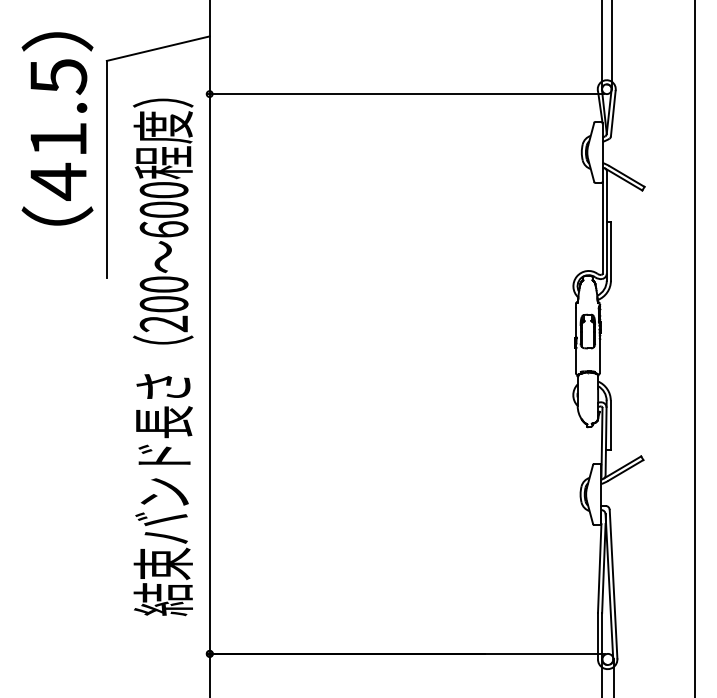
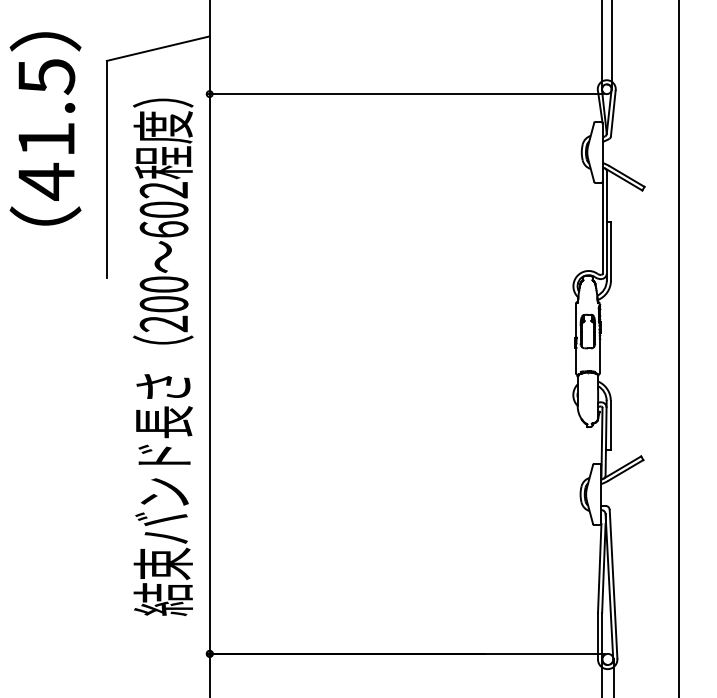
text at (57, 128) position: (57, 128) -> (45, 128)
text at (163, 190): 600 -> 602
line at (695, 348) position: (695, 348) -> (679, 348)
